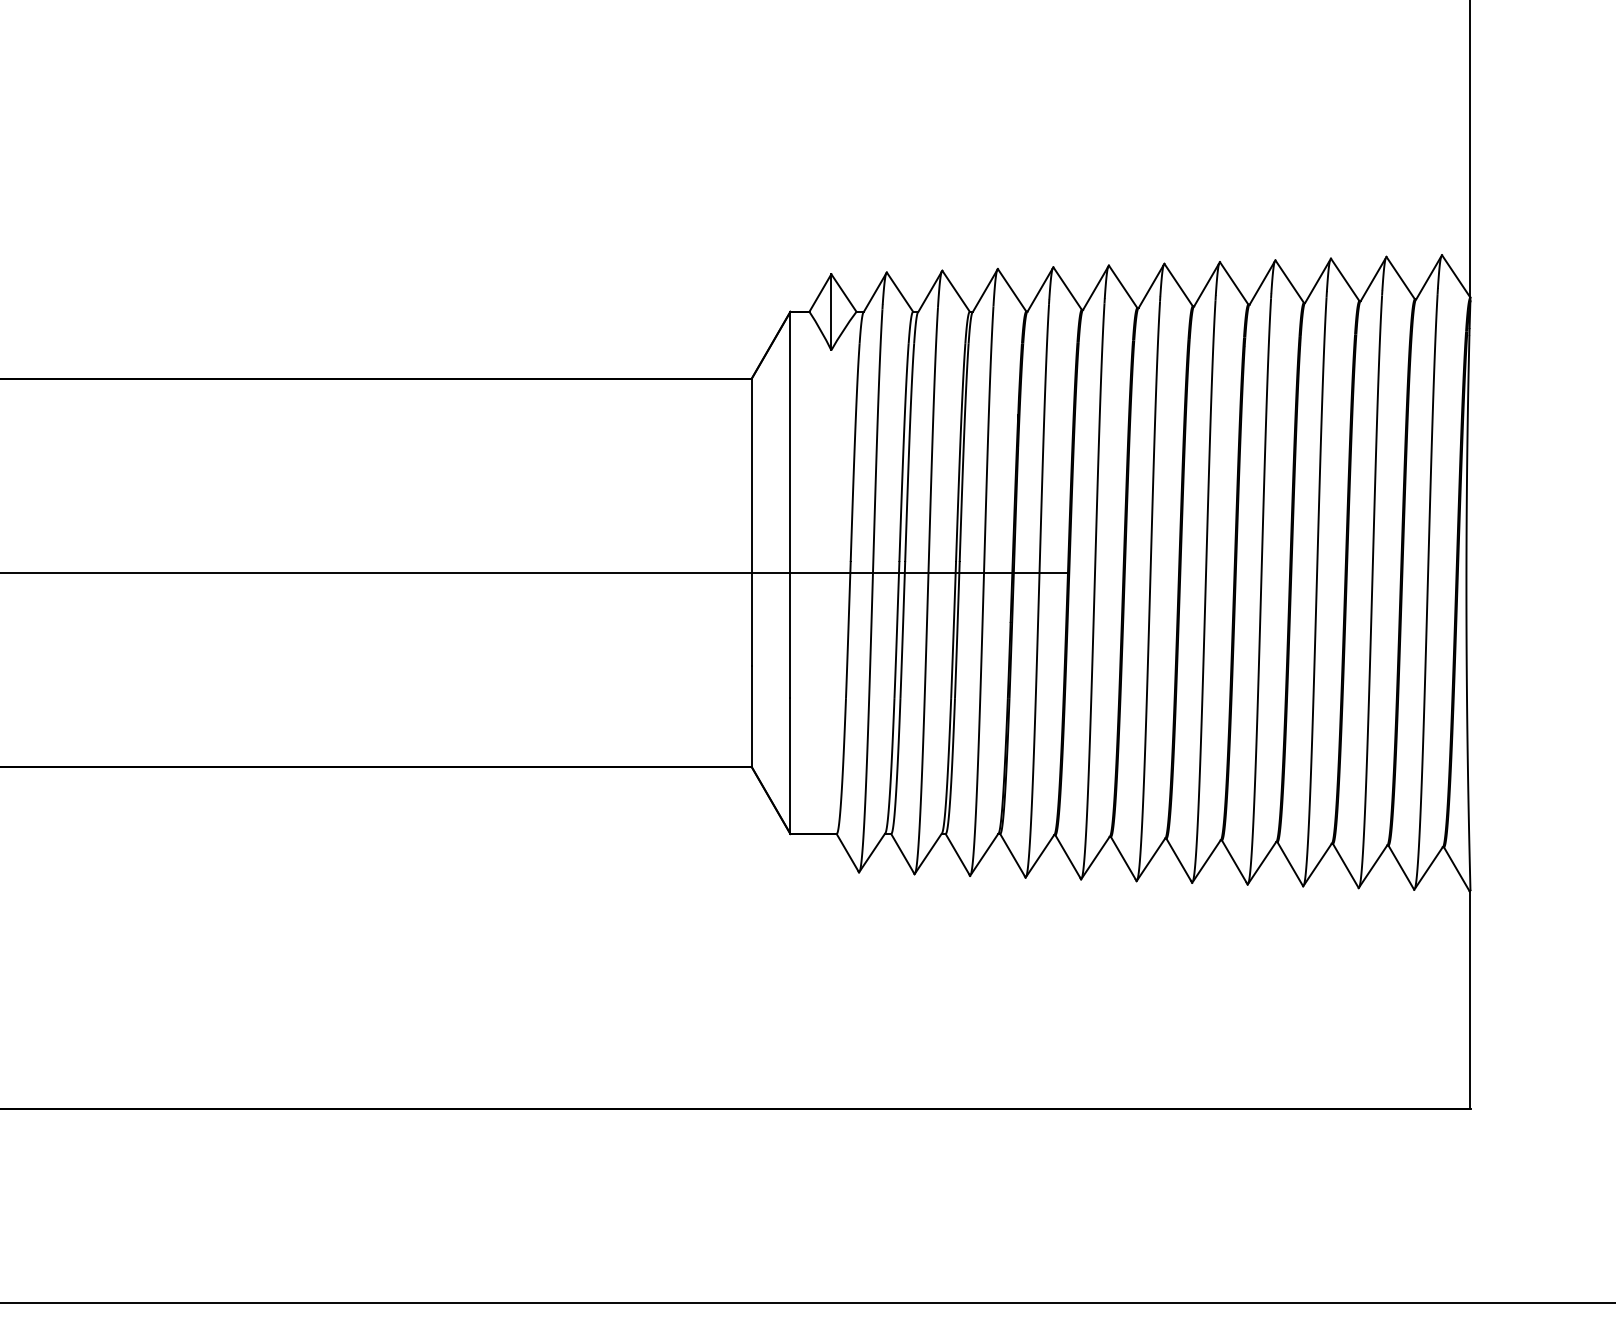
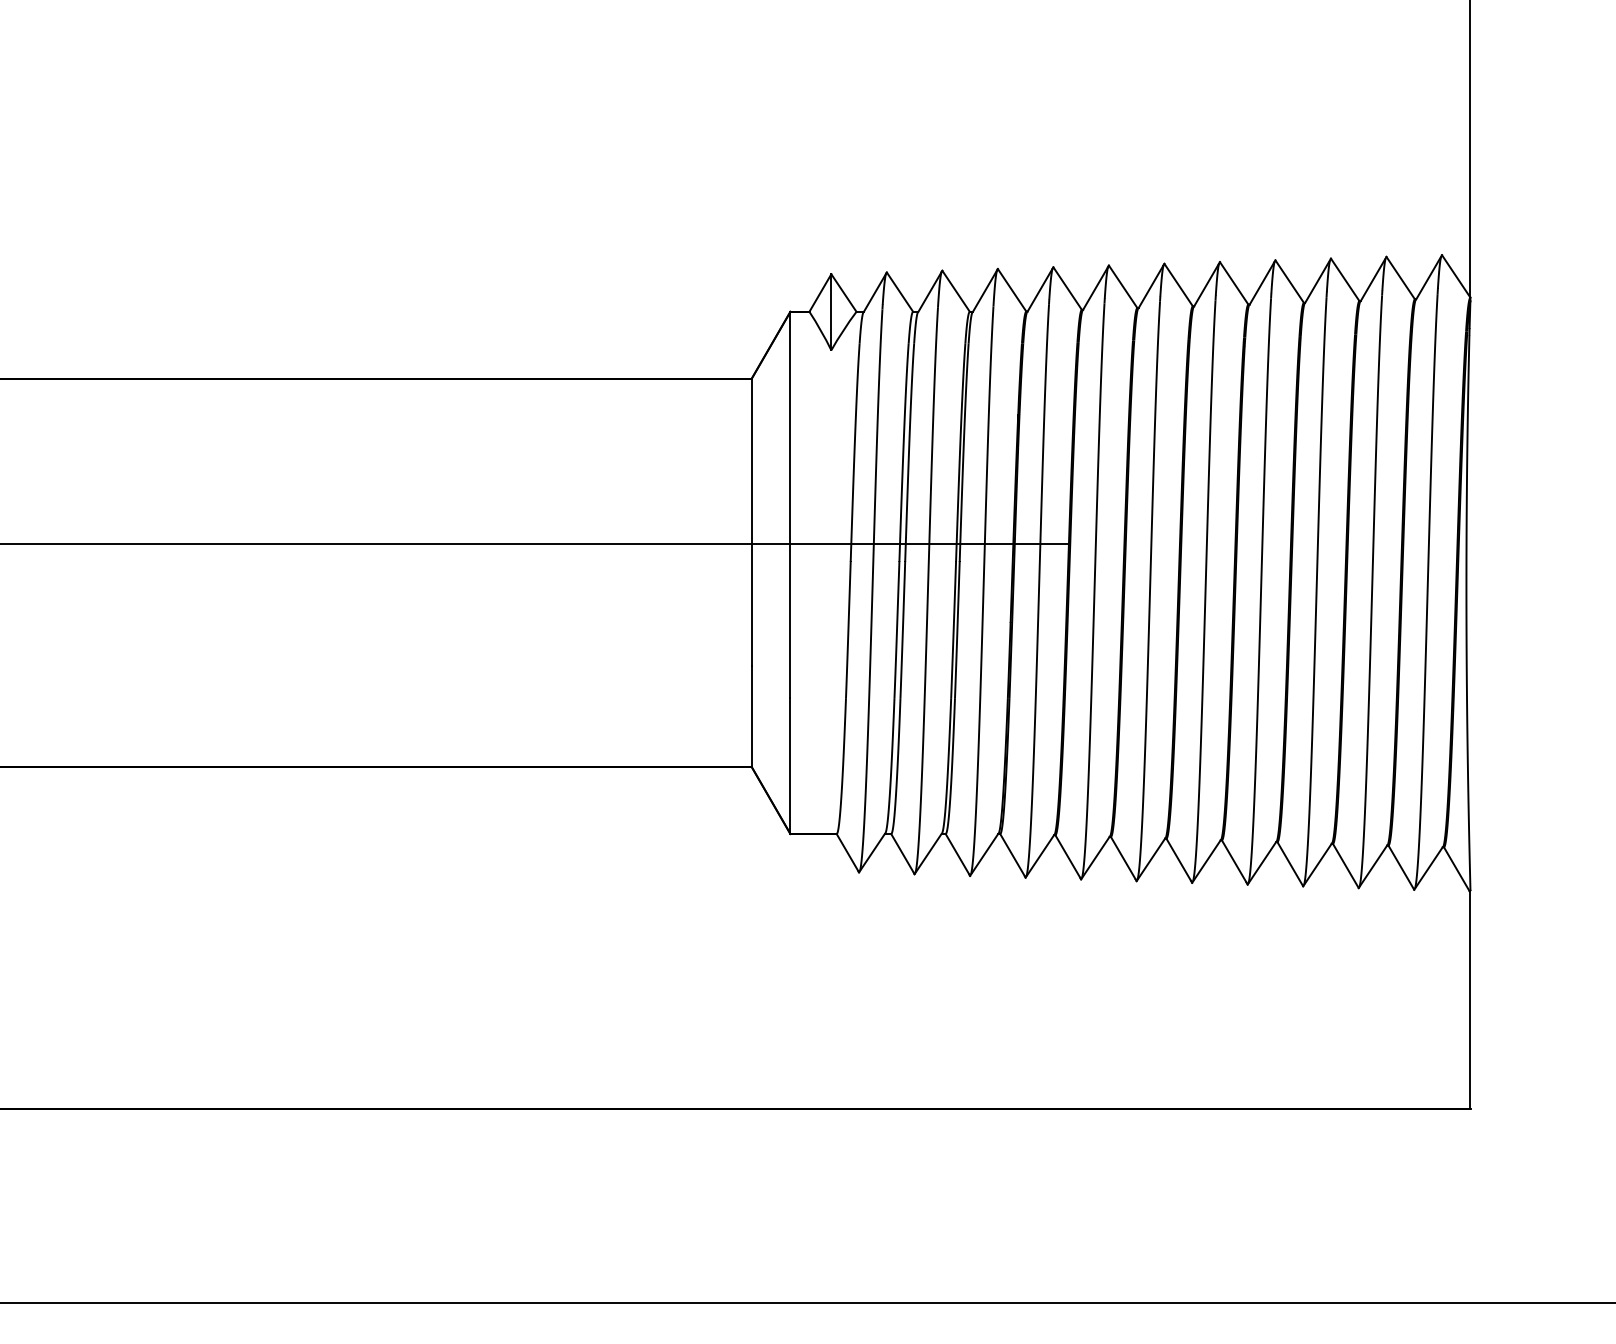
line at (535, 572) position: (535, 572) -> (535, 543)
